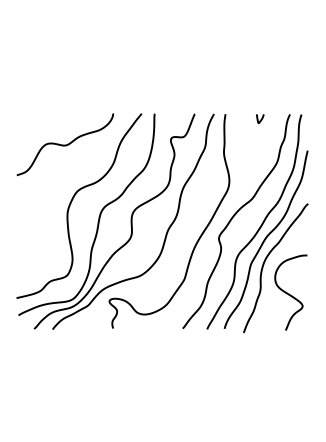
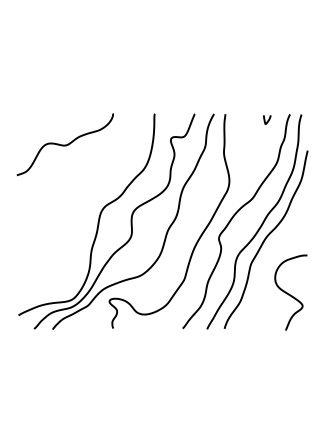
curve at (261, 118) position: (261, 118) -> (268, 119)
curve at (72, 201): present -> none
curve at (265, 262): present -> none
